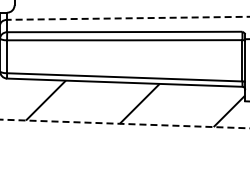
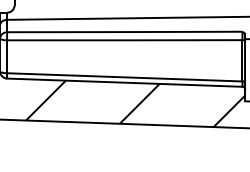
line at (127, 18): dashed -> solid
line at (125, 124): dashed -> solid
